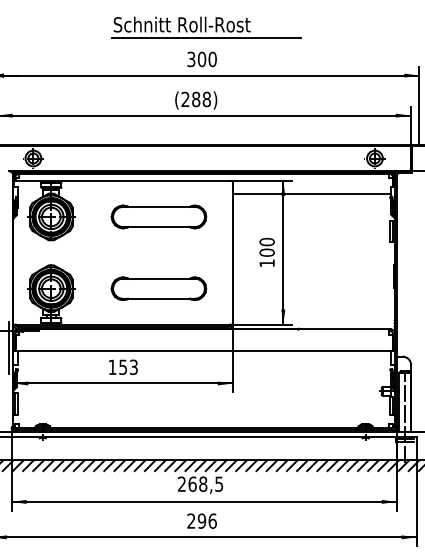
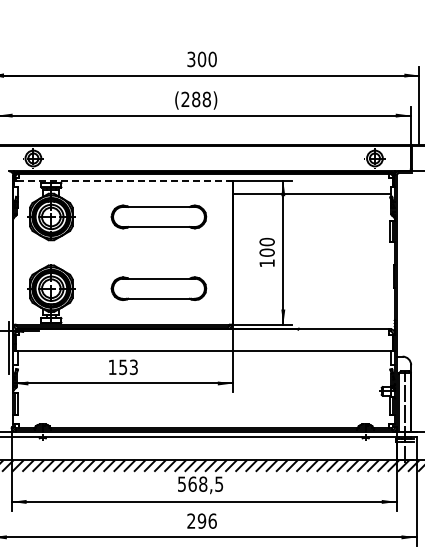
part at (206, 27): present -> none
line at (123, 181): solid -> dashed
text at (181, 483): 268,5 -> 568,5
